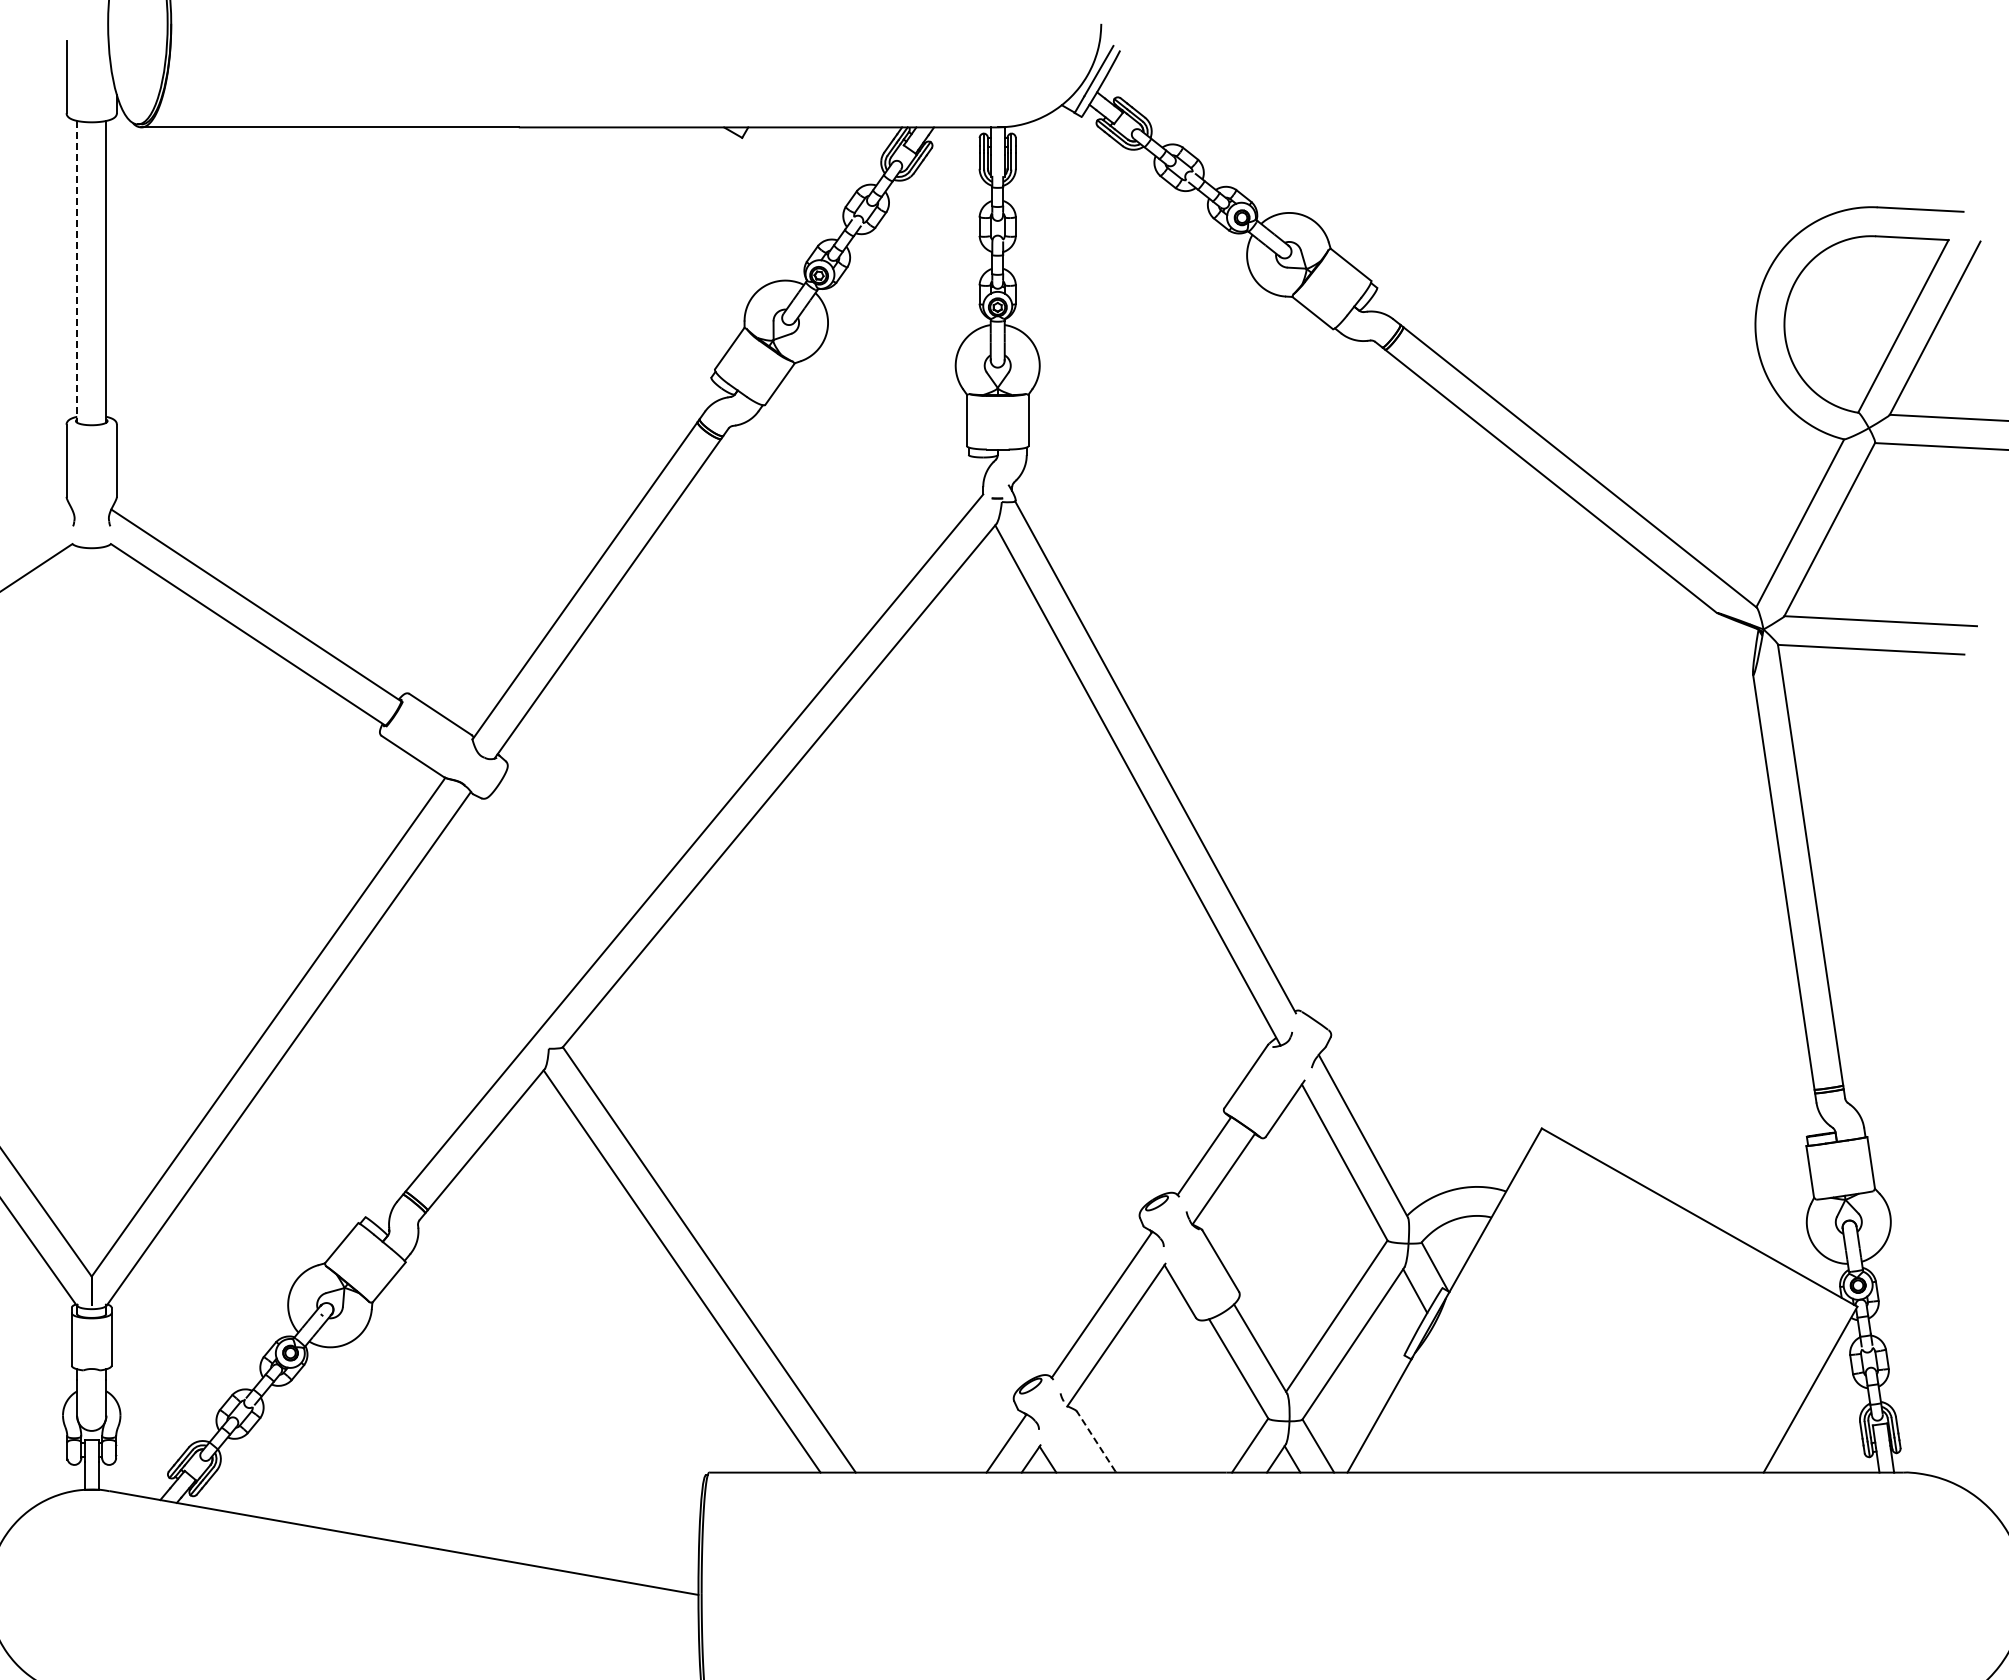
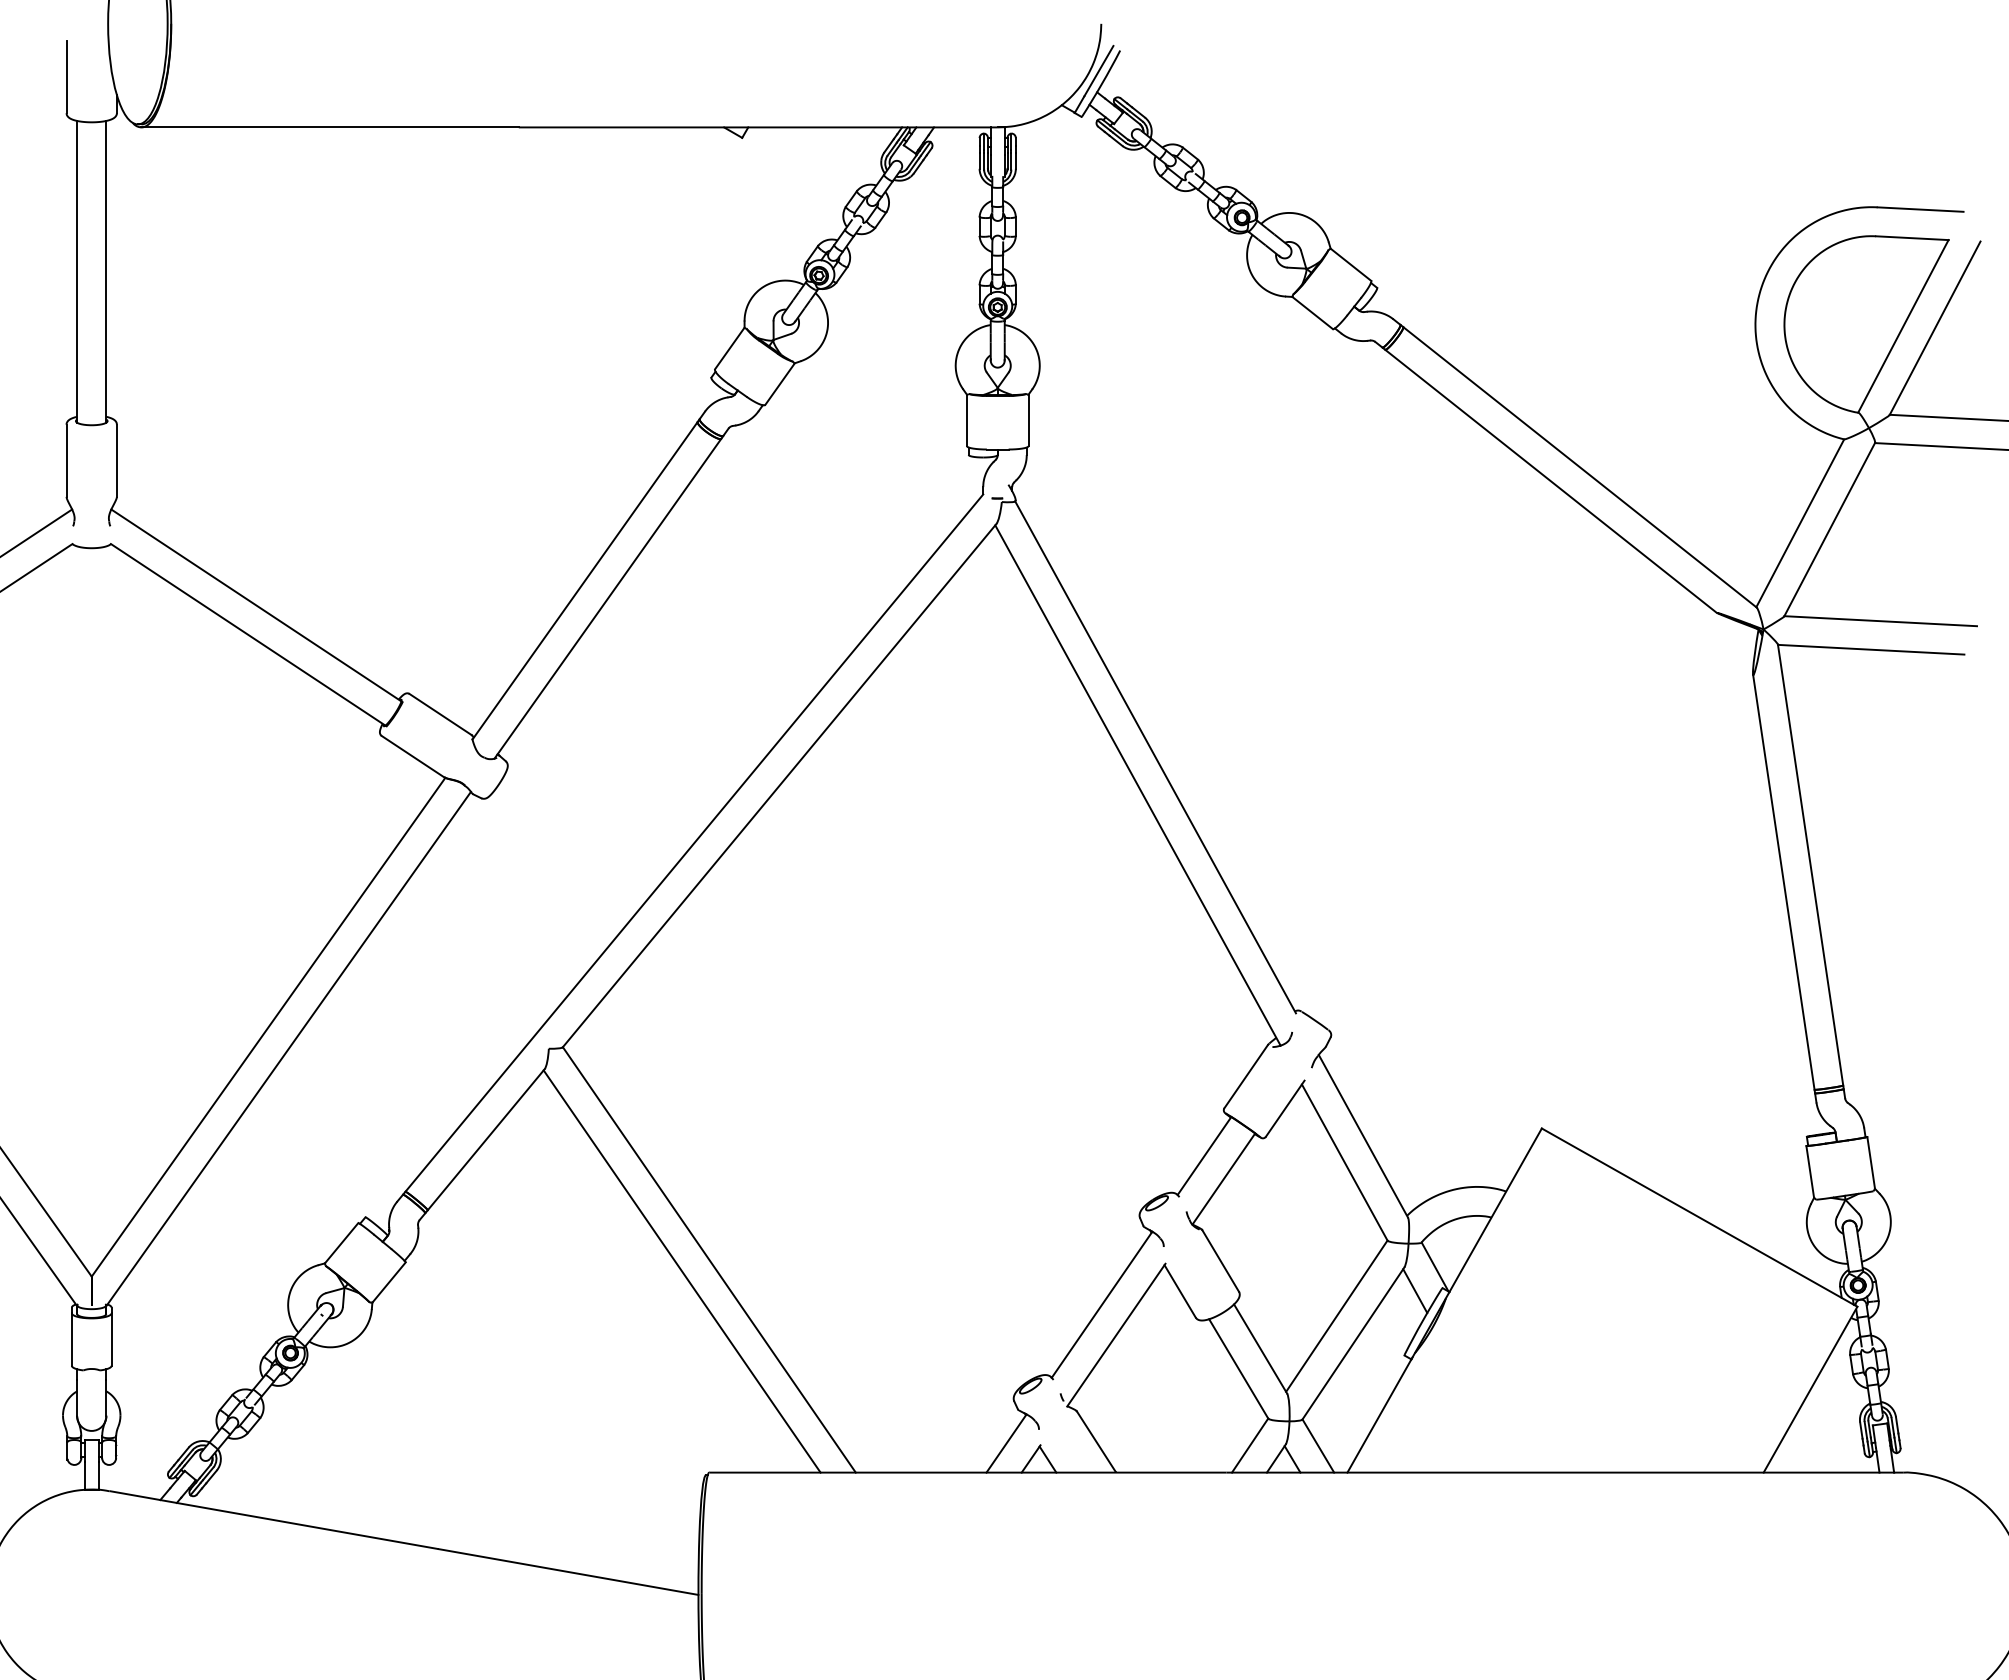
line at (77, 271): dashed -> solid
line at (37, 532): none -> present
line at (1096, 1441): dashed -> solid
